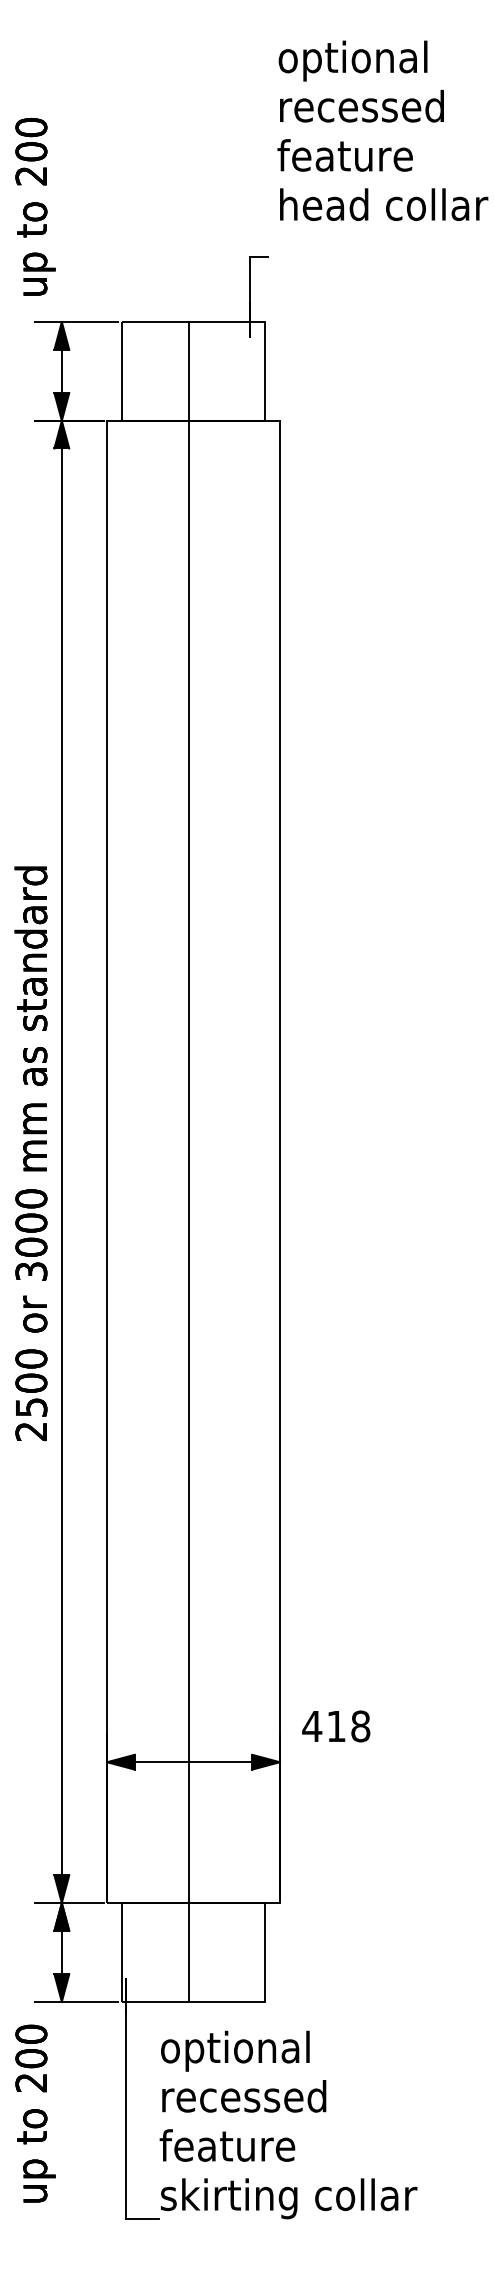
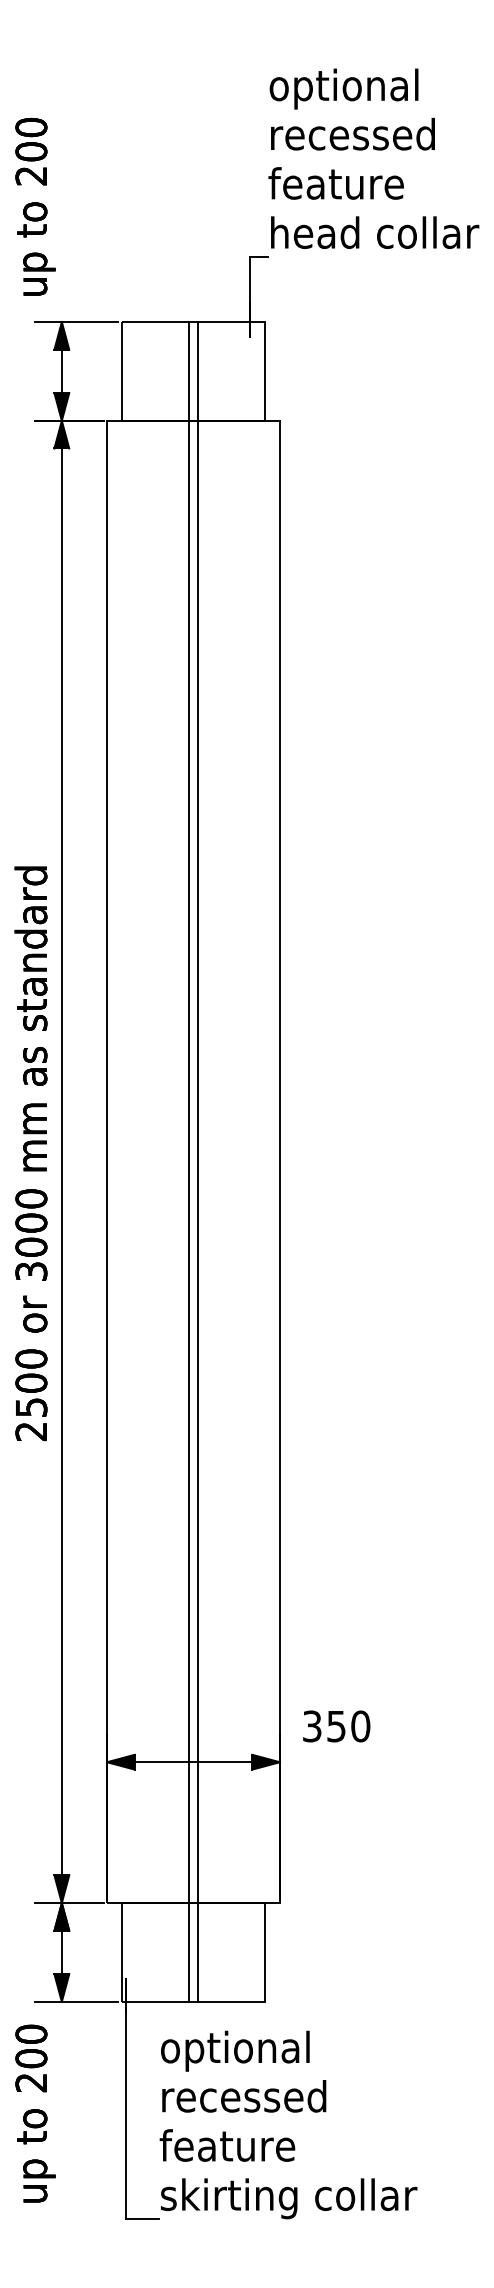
text at (382, 130) position: (382, 130) -> (373, 158)
line at (198, 1161): none -> present
text at (336, 1726): 418 -> 350
